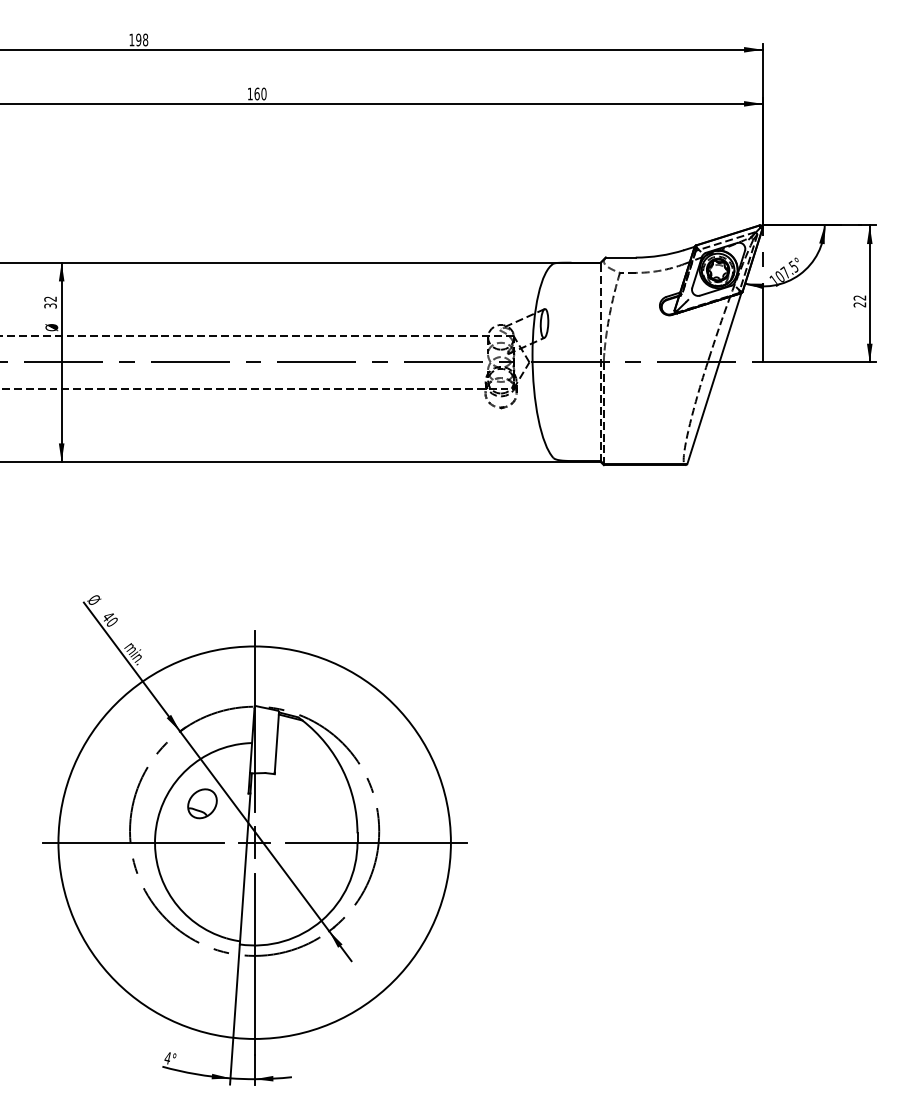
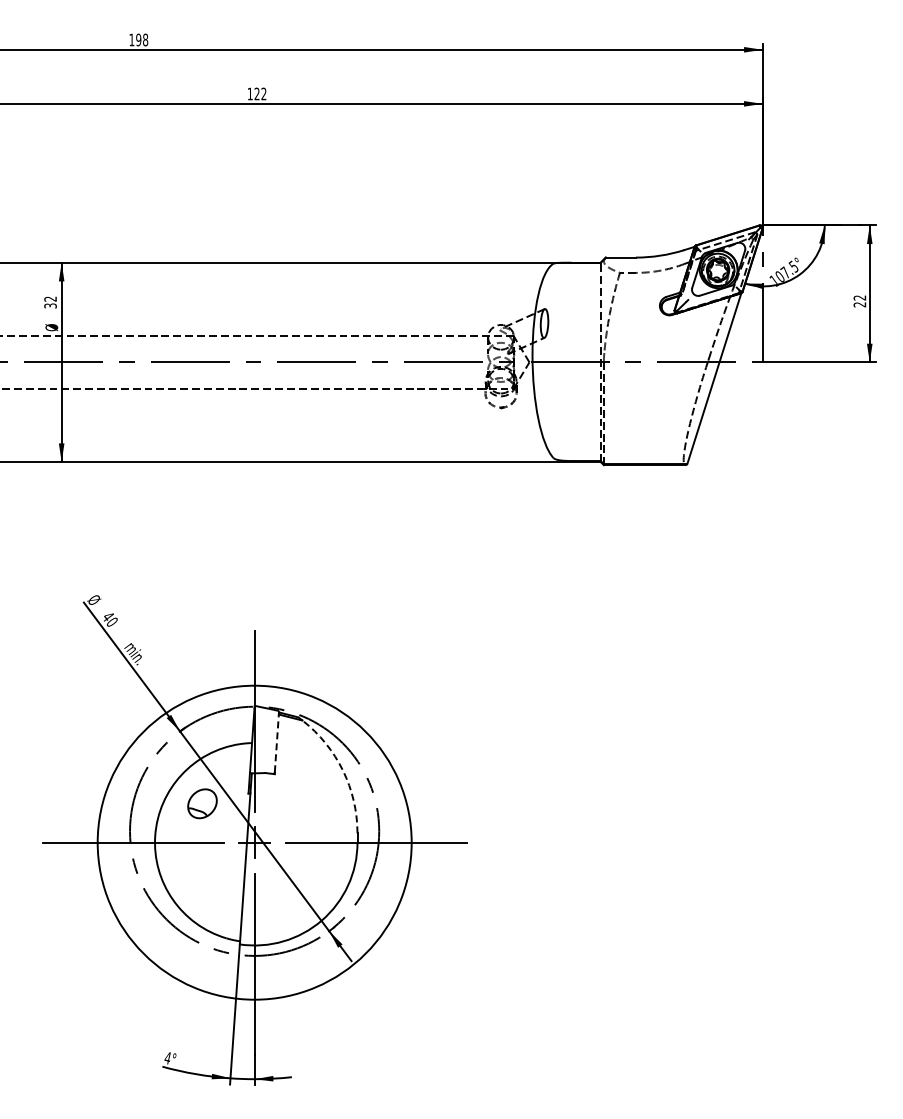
text at (260, 93): 160 -> 122
line at (276, 741): solid -> dashed
arc at (343, 770): solid -> dashed
circle at (254, 842) diameter: 392 px -> 314 px
